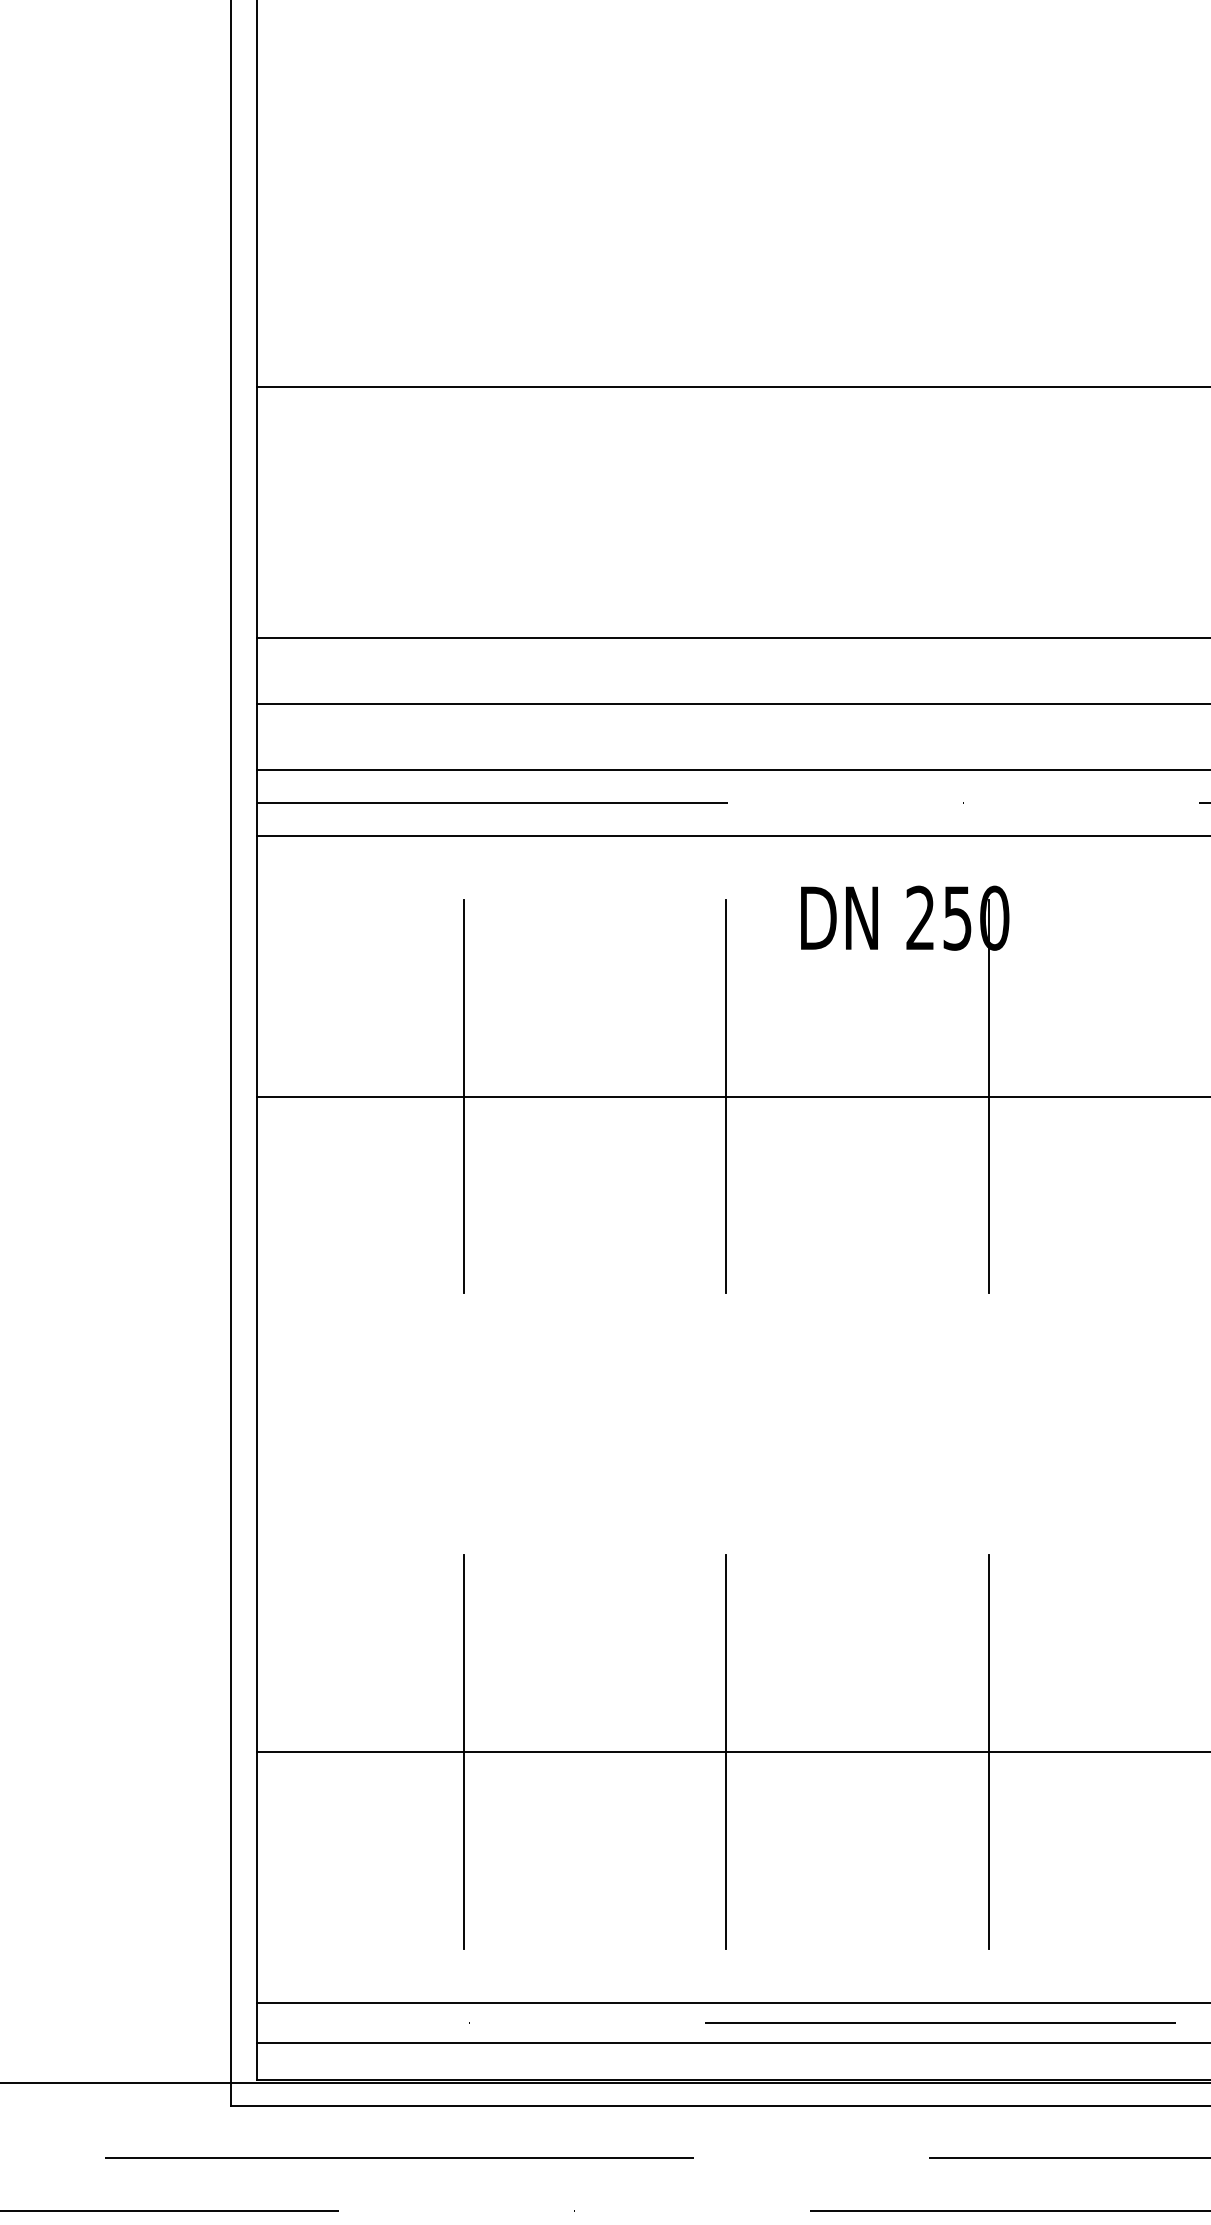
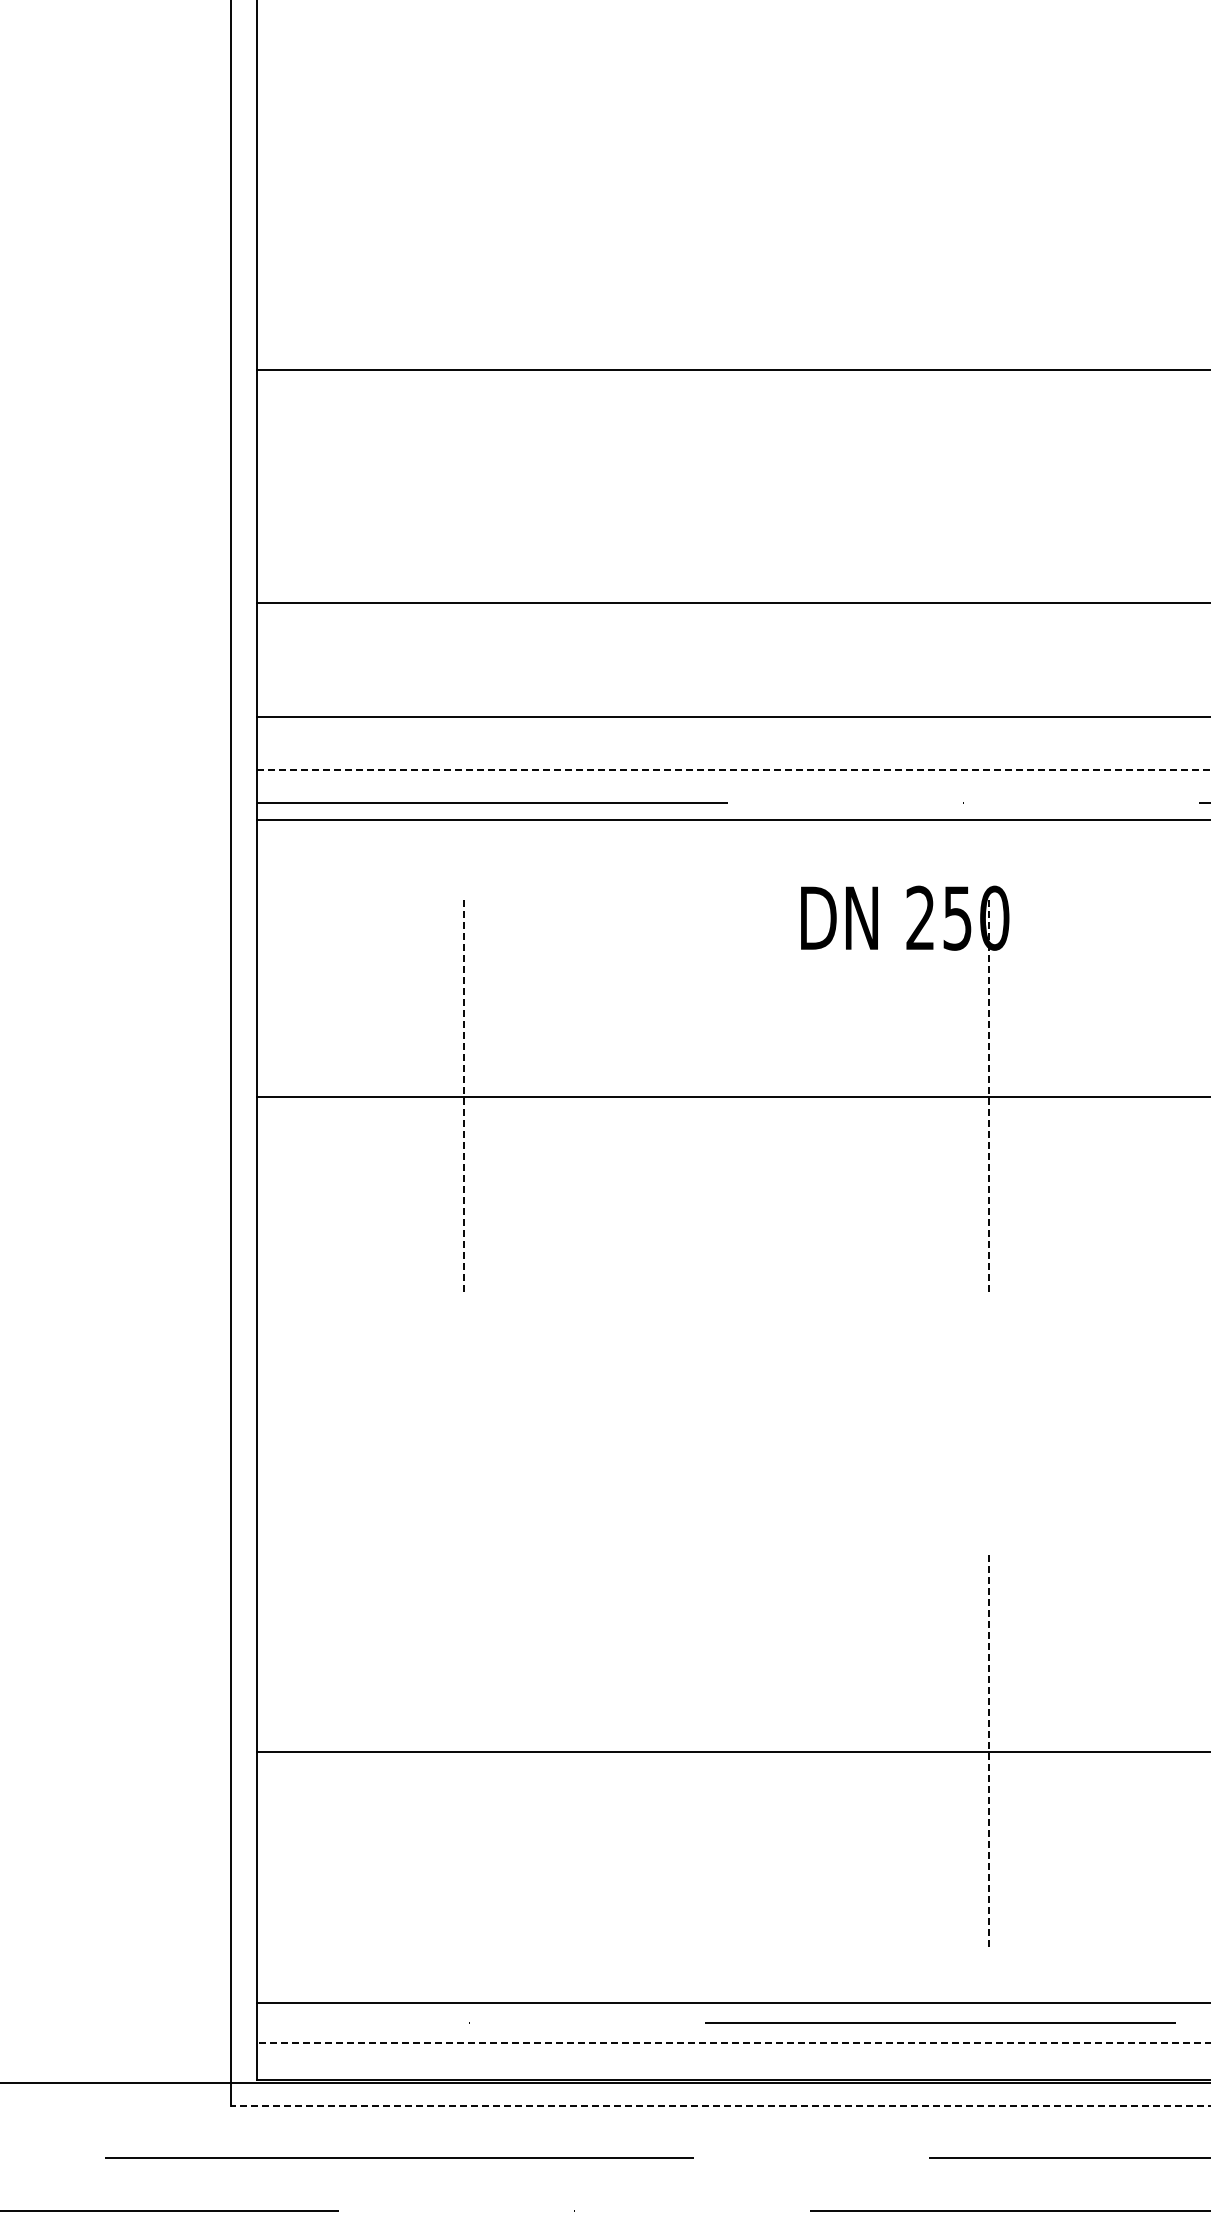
line at (732, 386) position: (732, 386) -> (732, 369)
line at (732, 638) position: (732, 638) -> (732, 603)
line at (732, 703) position: (732, 703) -> (732, 716)
line at (733, 770): solid -> dashed
line at (732, 835) position: (732, 835) -> (732, 819)
line at (464, 1096): solid -> dashed
line at (726, 1096): present -> none
line at (988, 1096): solid -> dashed
line at (464, 1751): present -> none
line at (726, 1751): present -> none
line at (988, 1752): solid -> dashed
line at (733, 2042): solid -> dashed
line at (720, 2105): solid -> dashed
